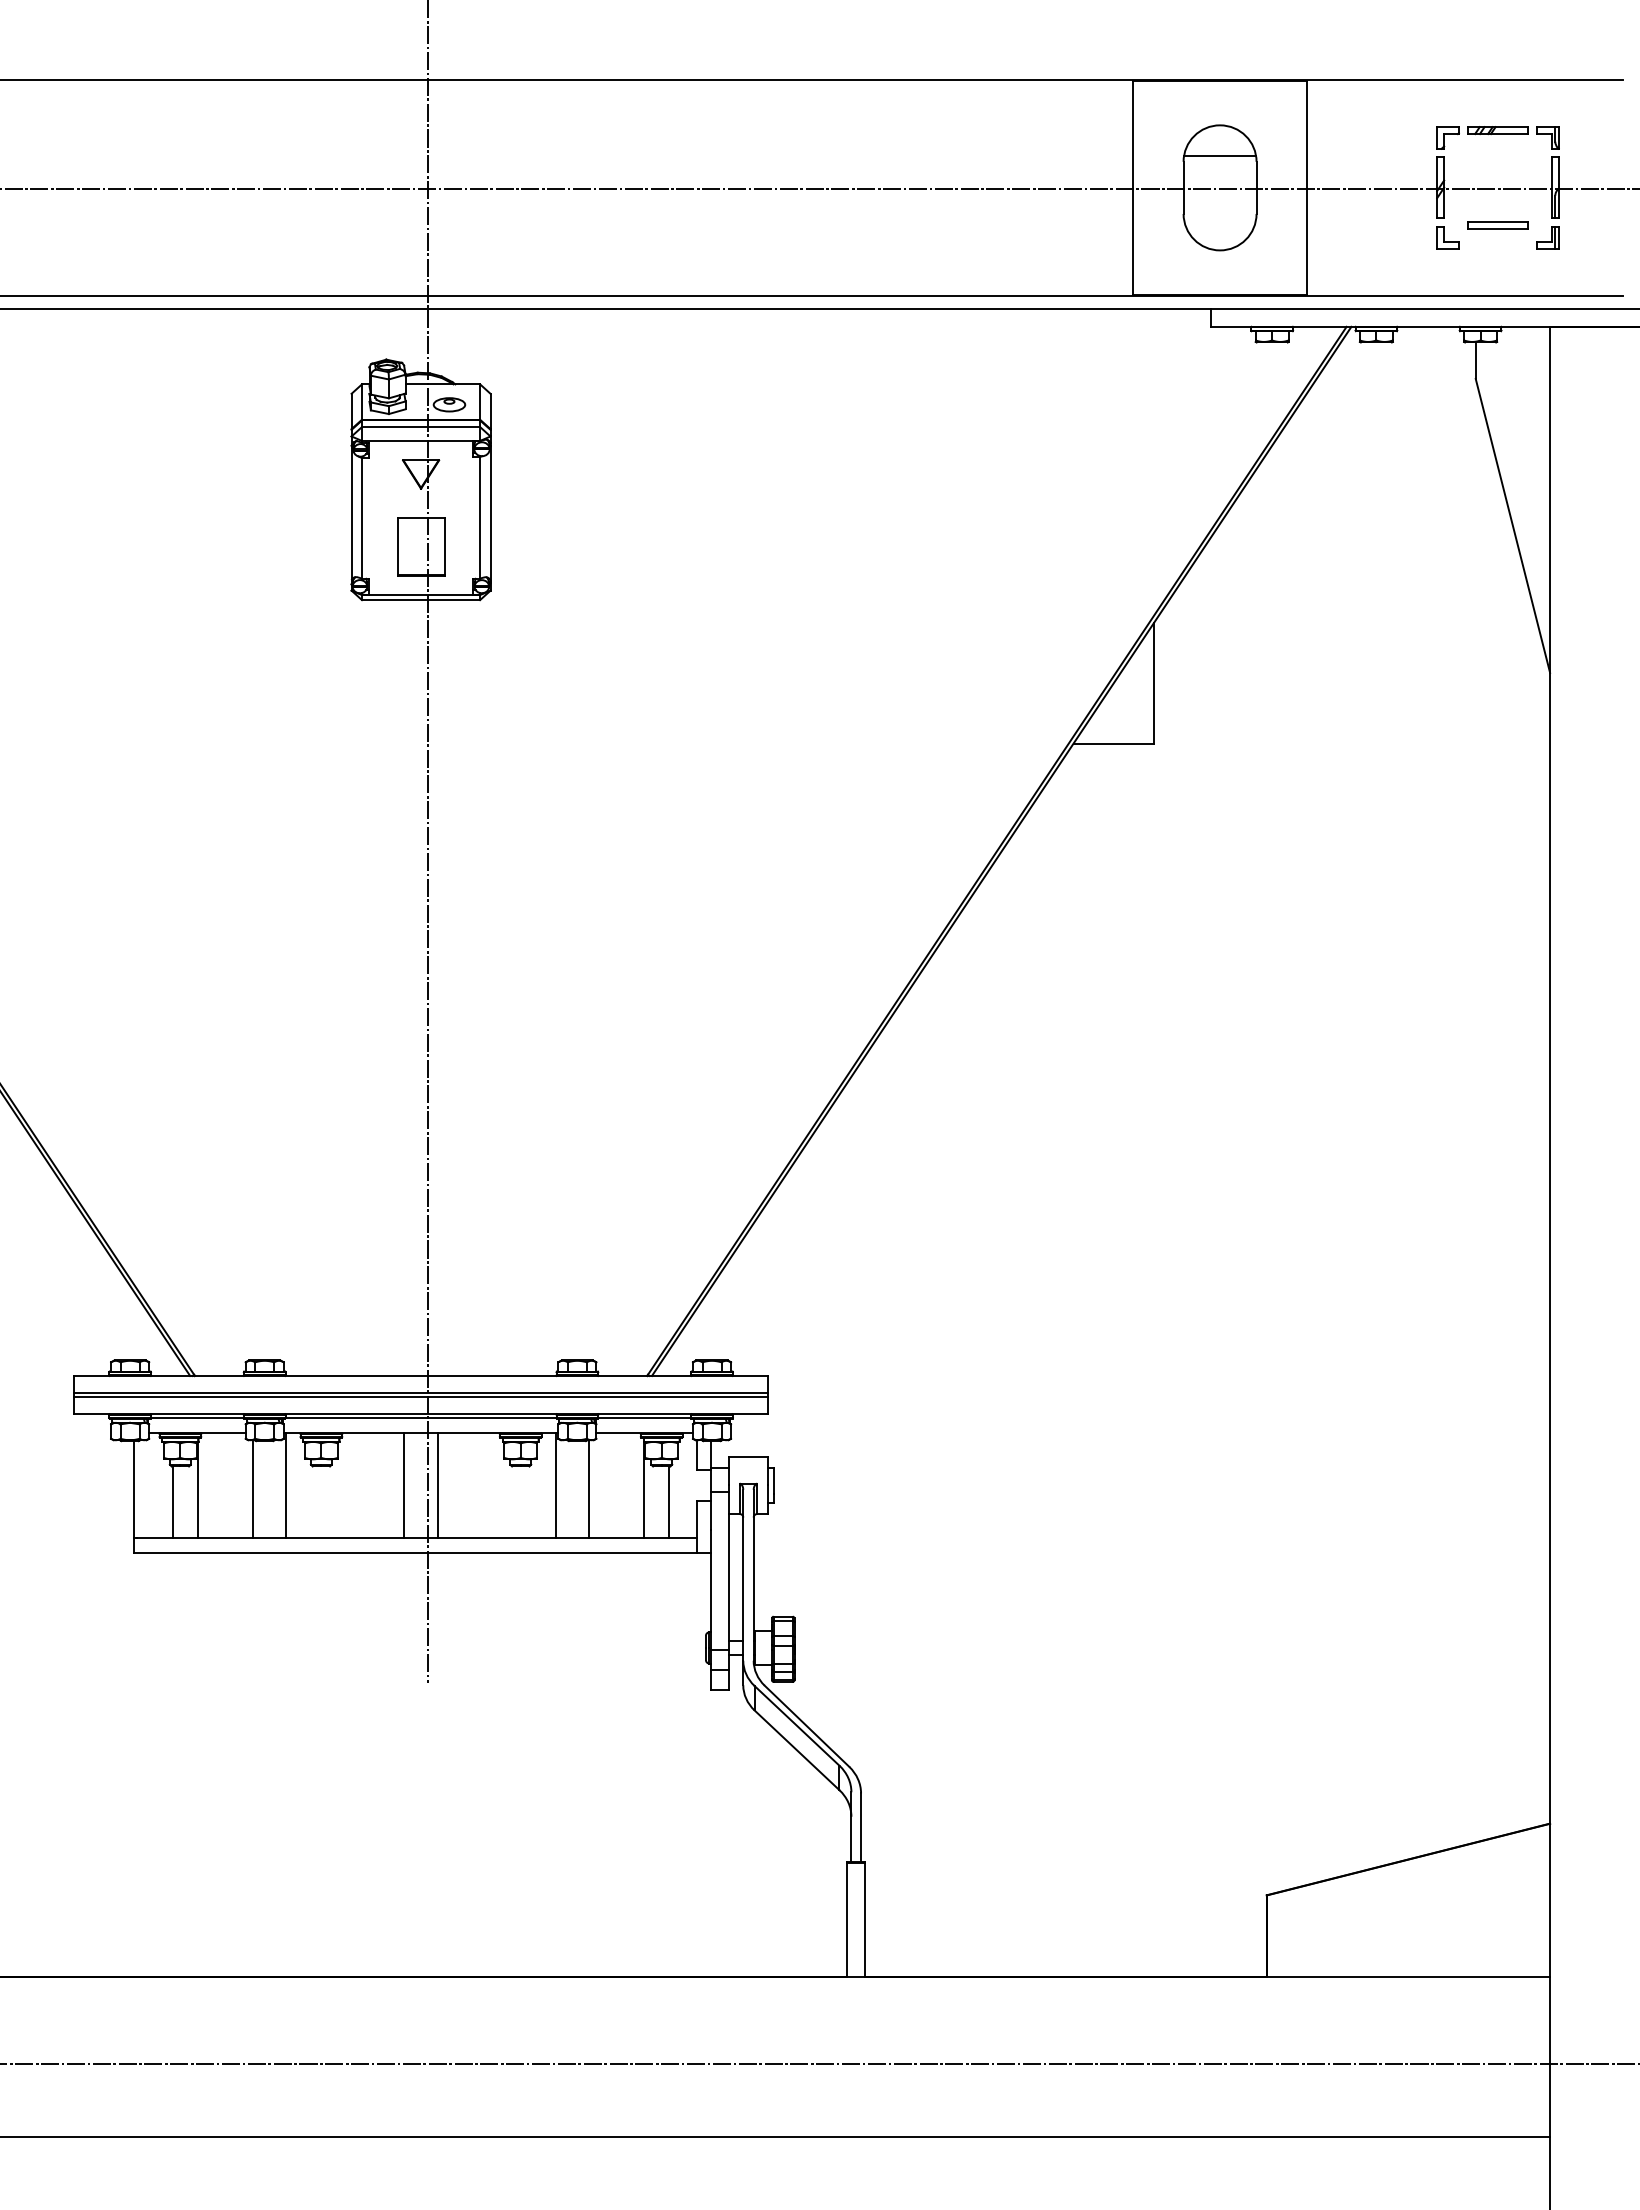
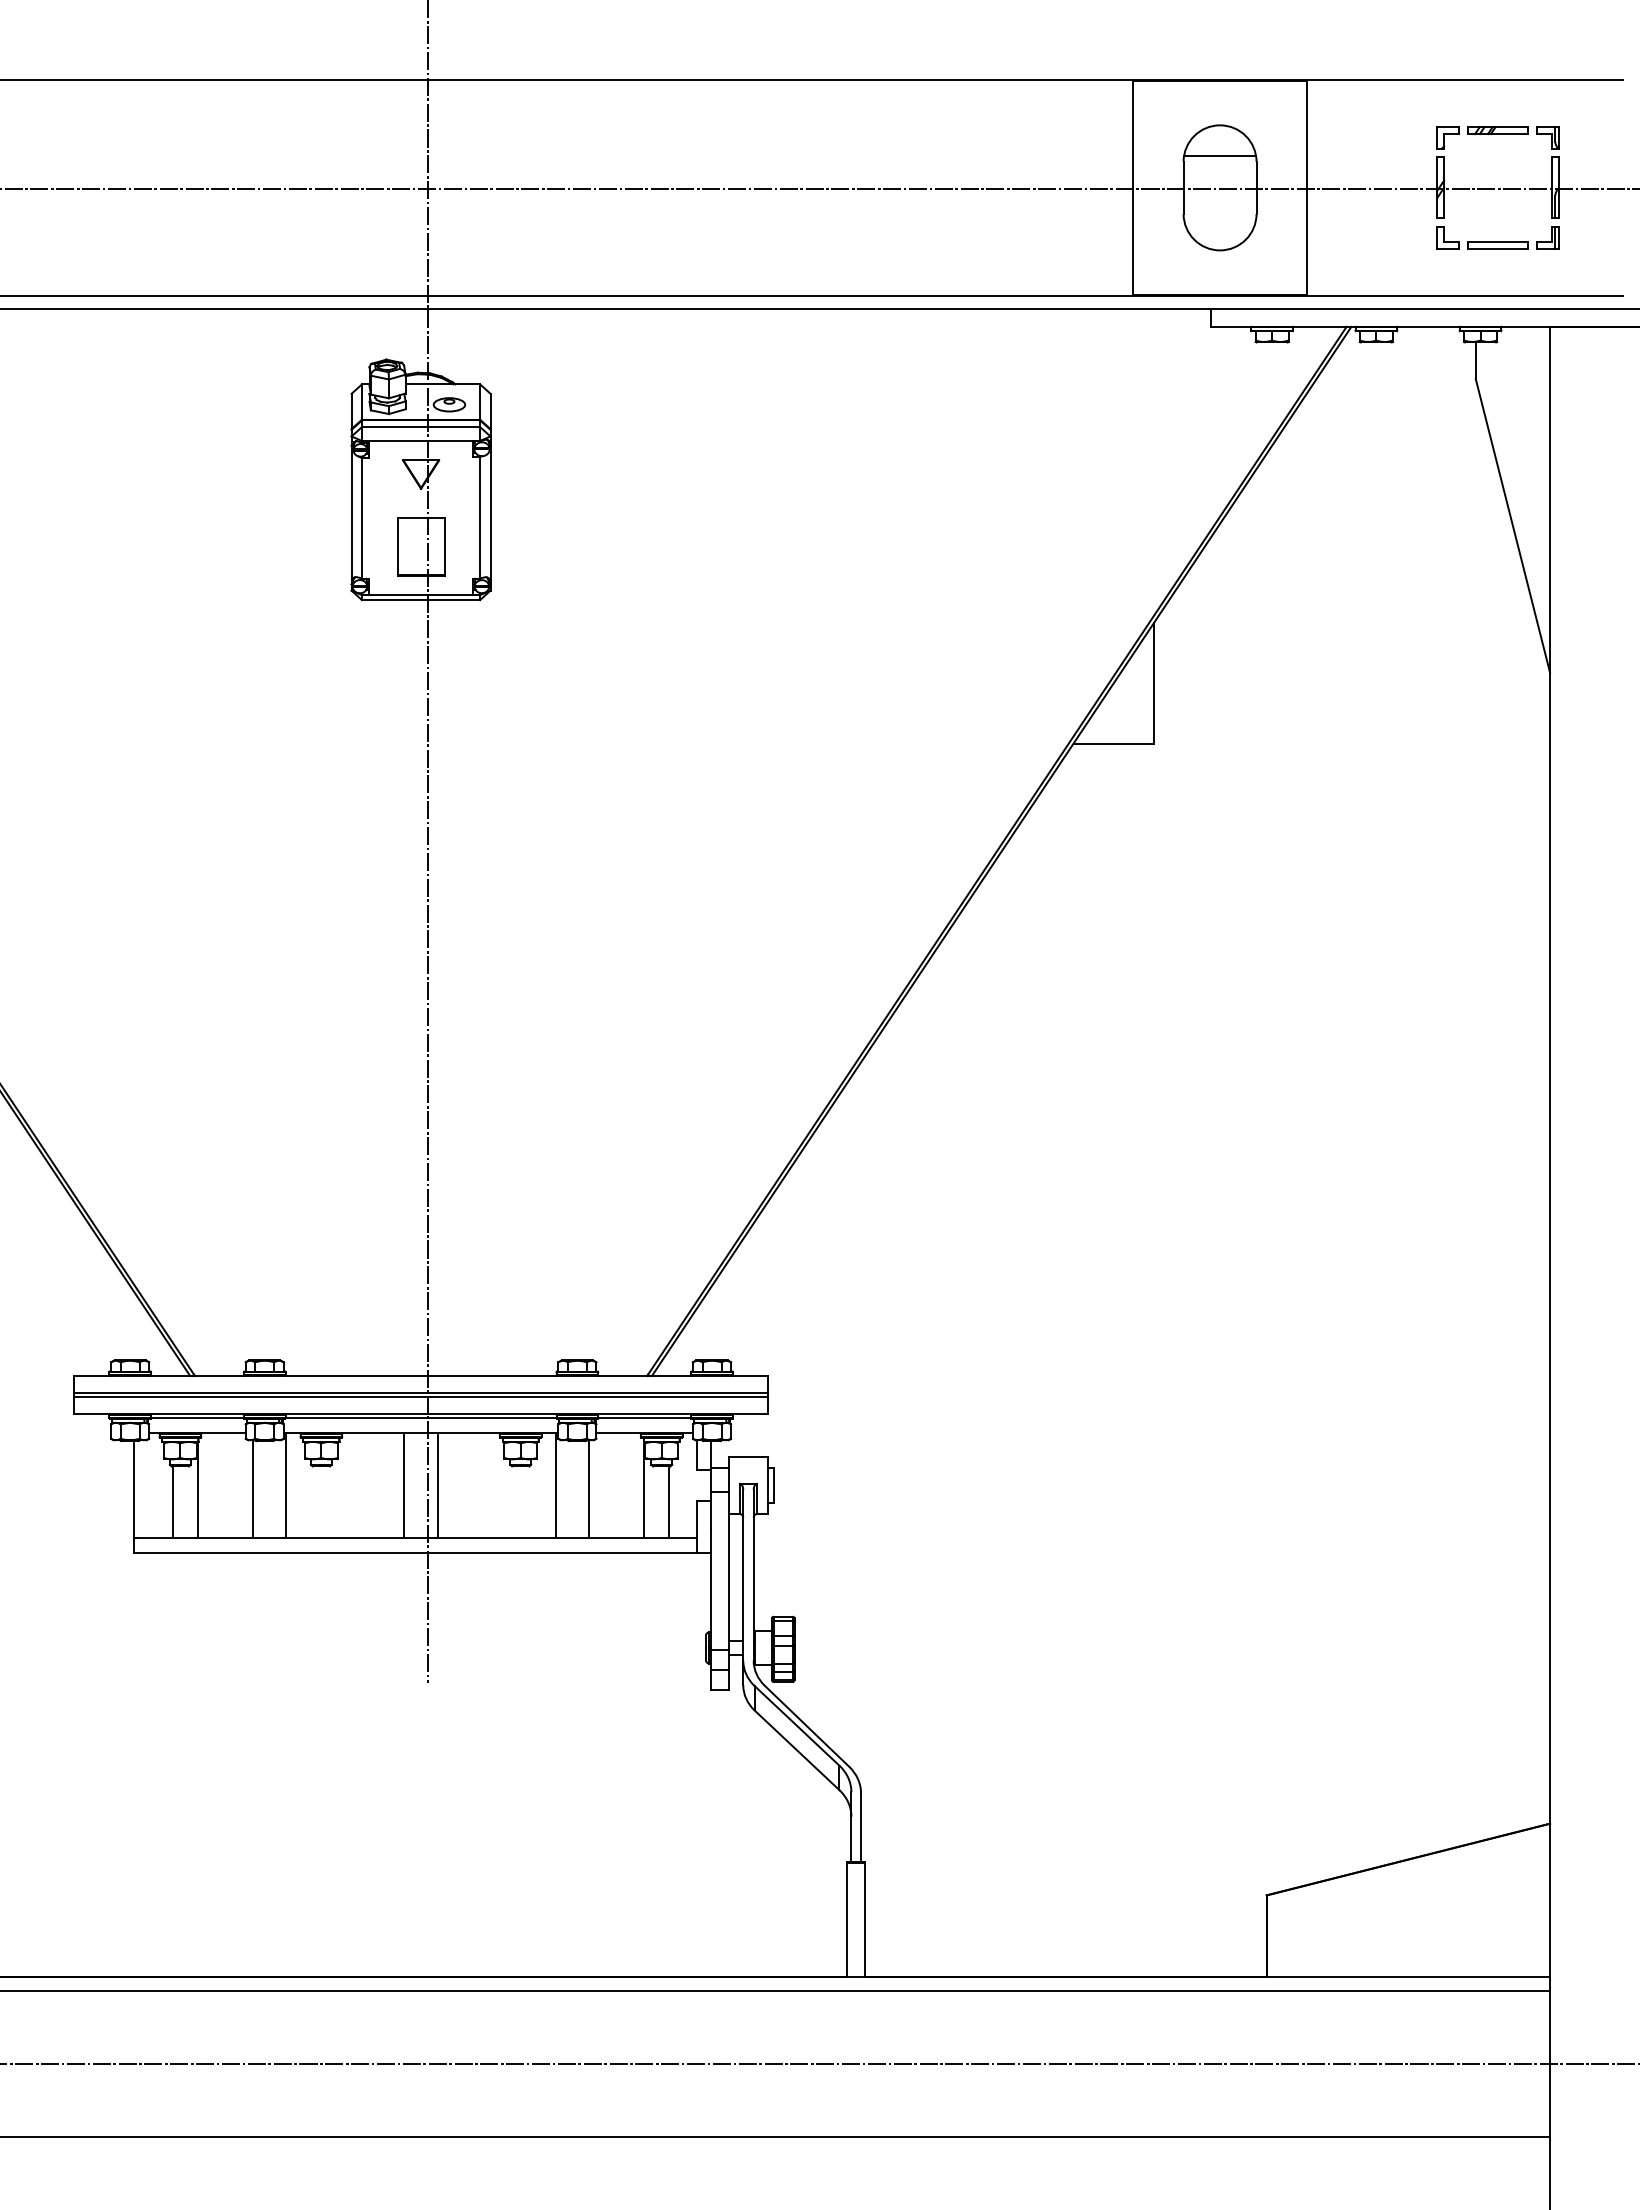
part at (1497, 225) position: (1497, 225) -> (1497, 245)
line at (776, 1990): none -> present
